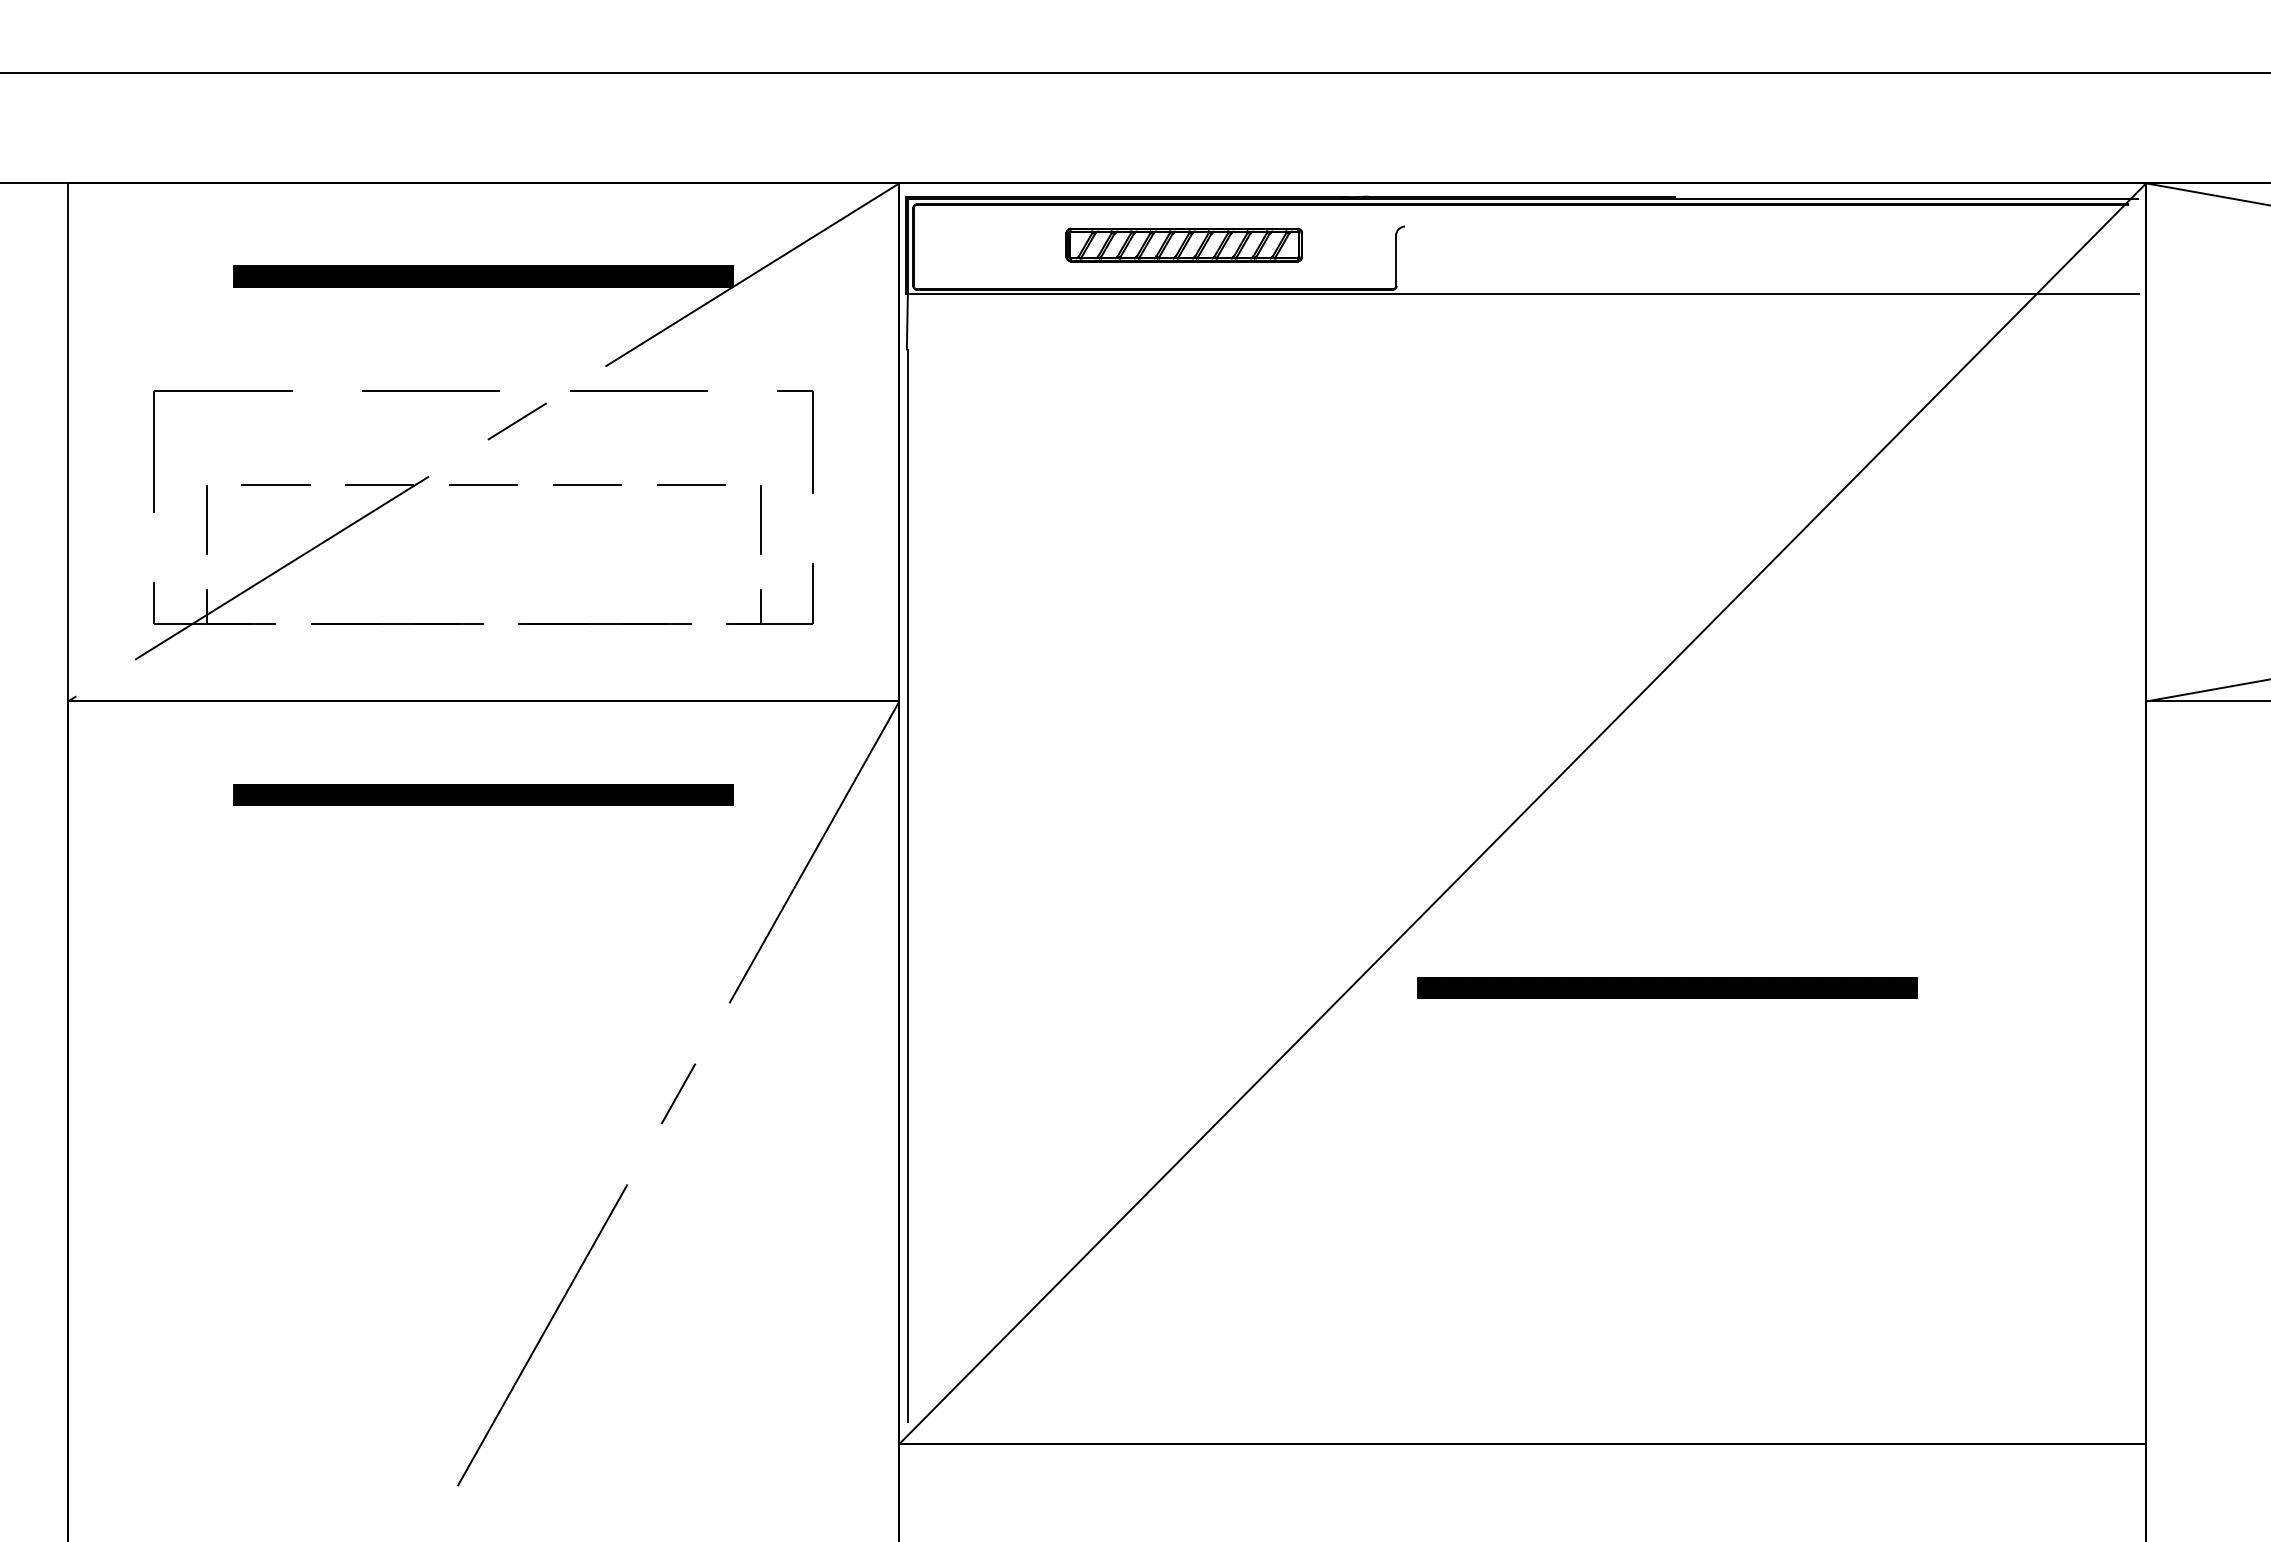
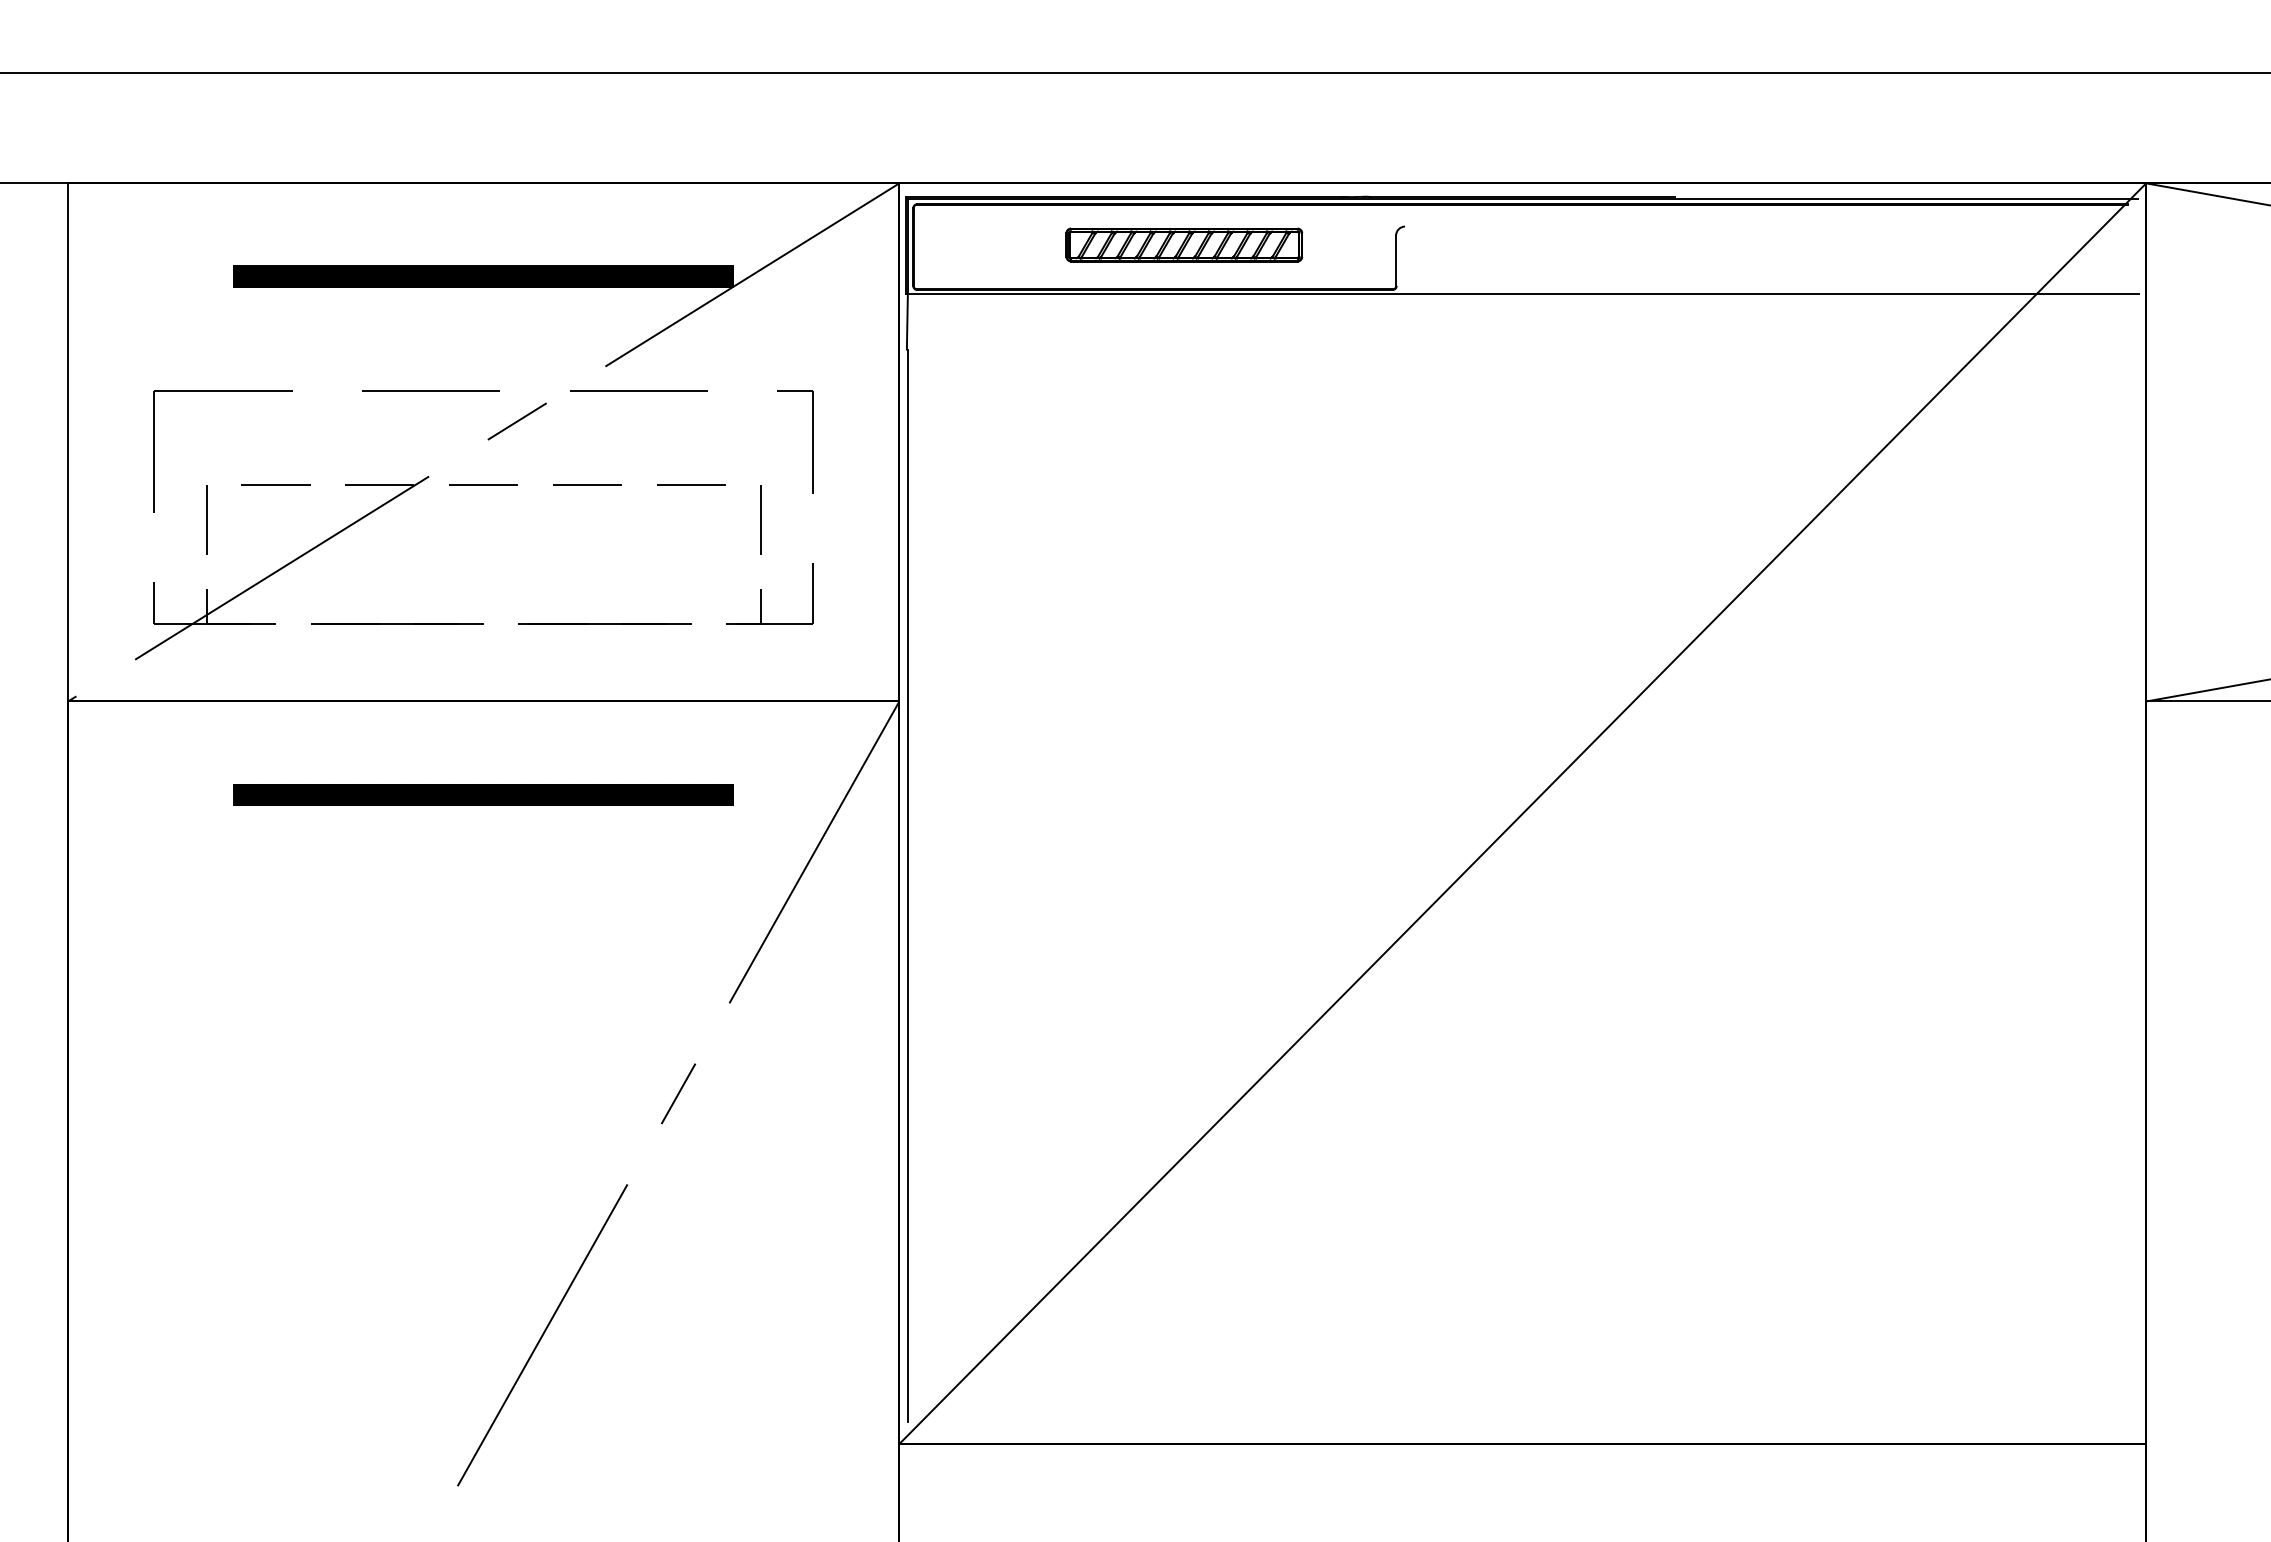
part at (1667, 987): present -> none
